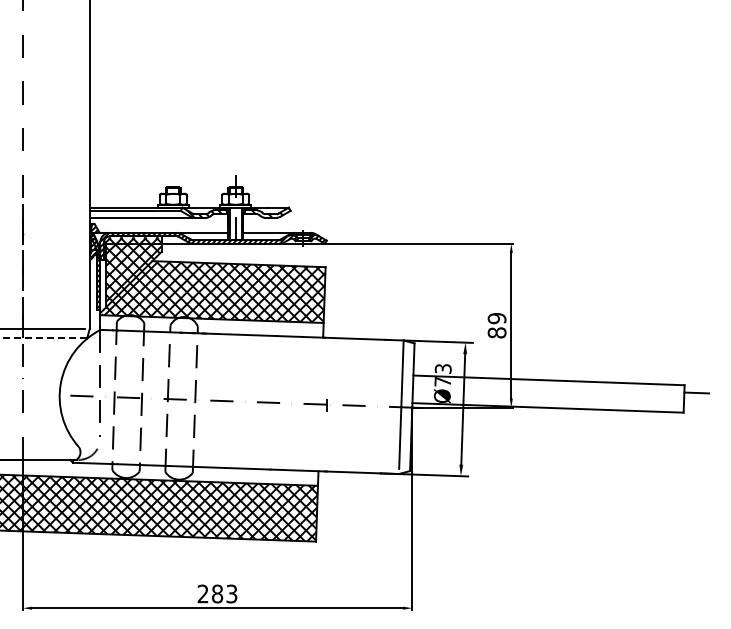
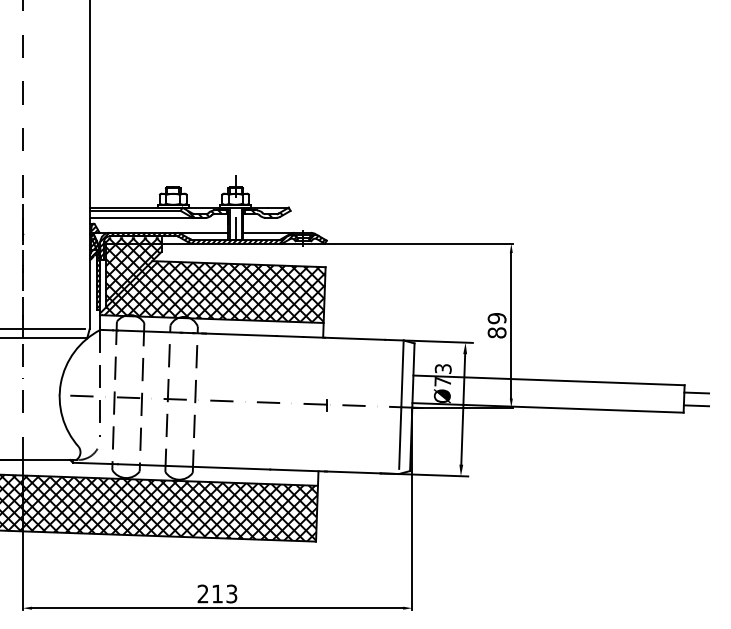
line at (43, 338): dashed -> solid
line at (696, 405): none -> present
text at (217, 593): 283 -> 213
